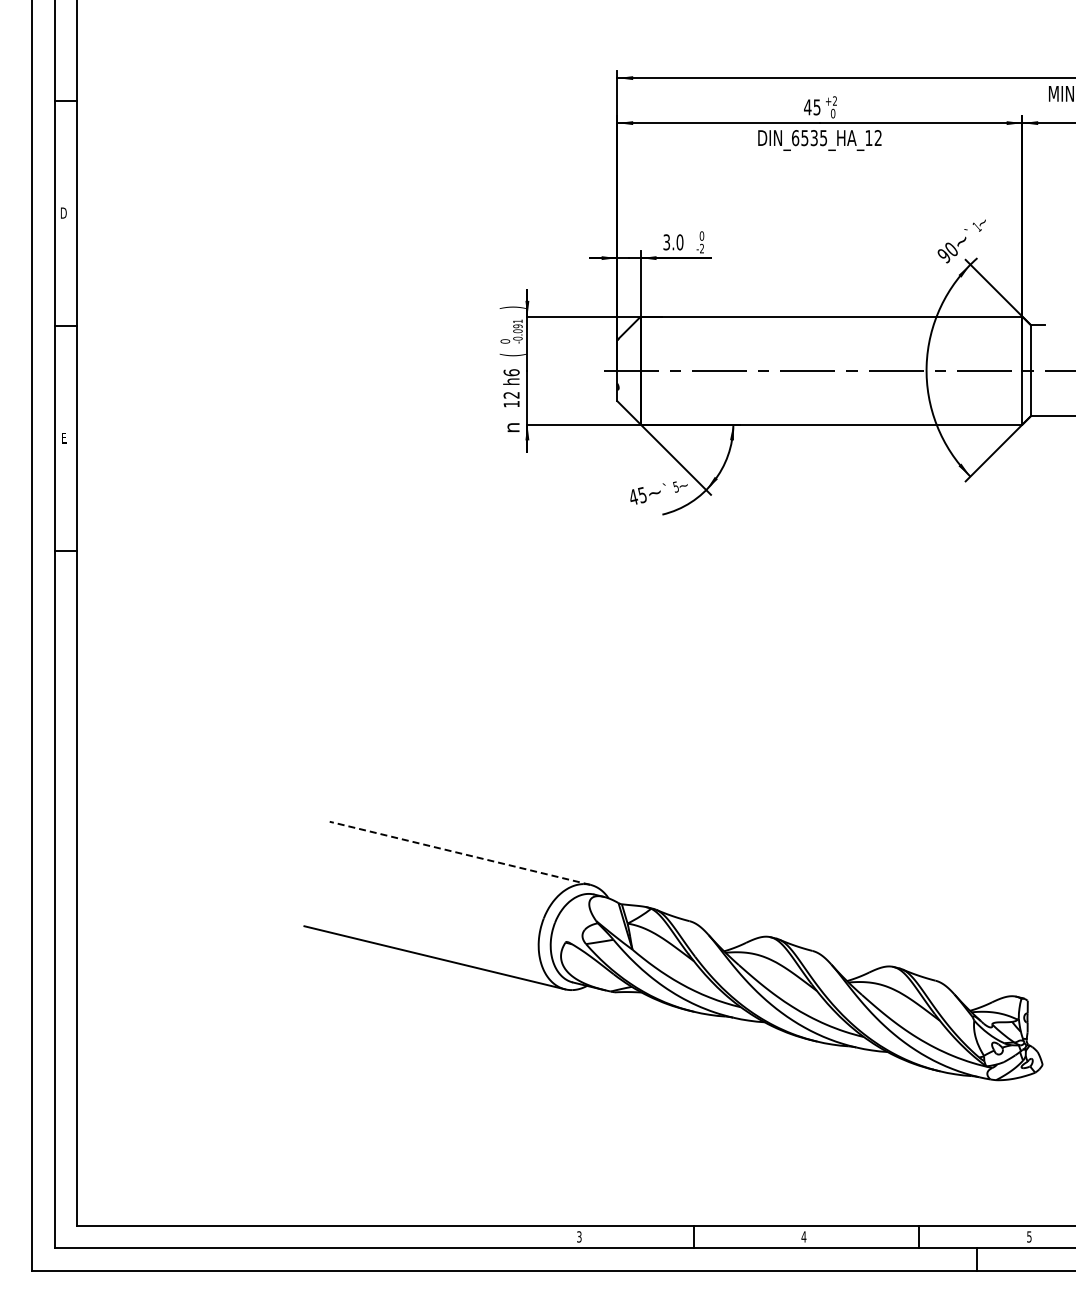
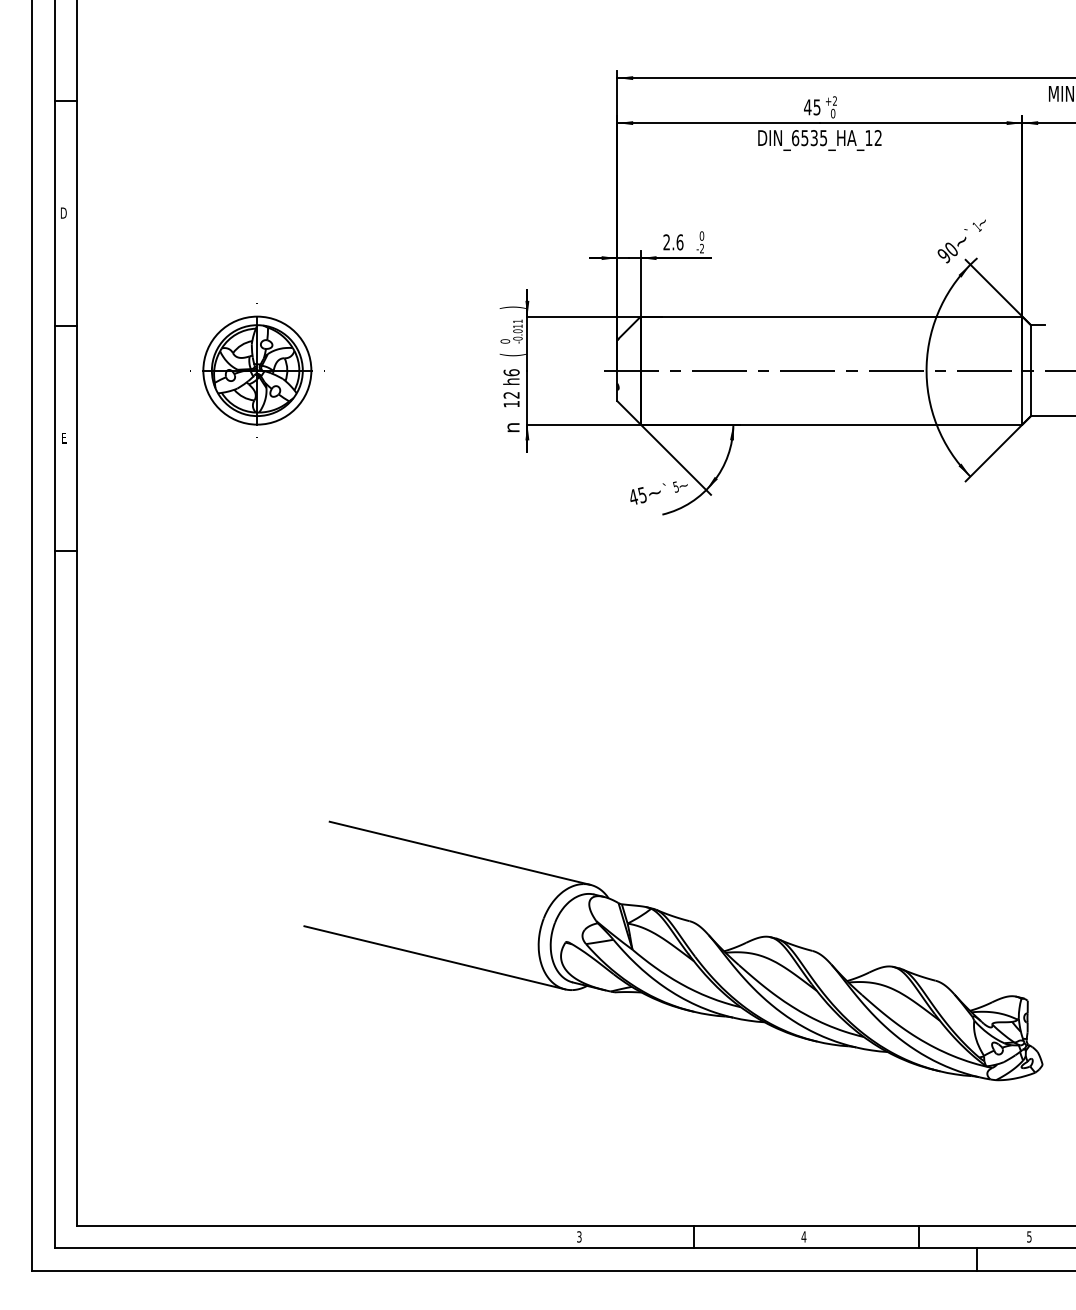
text at (673, 242): 3.0 -> 2.6
text at (517, 326): -0.091 -> -0.011
part at (257, 370): none -> present
line at (459, 853): dashed -> solid
